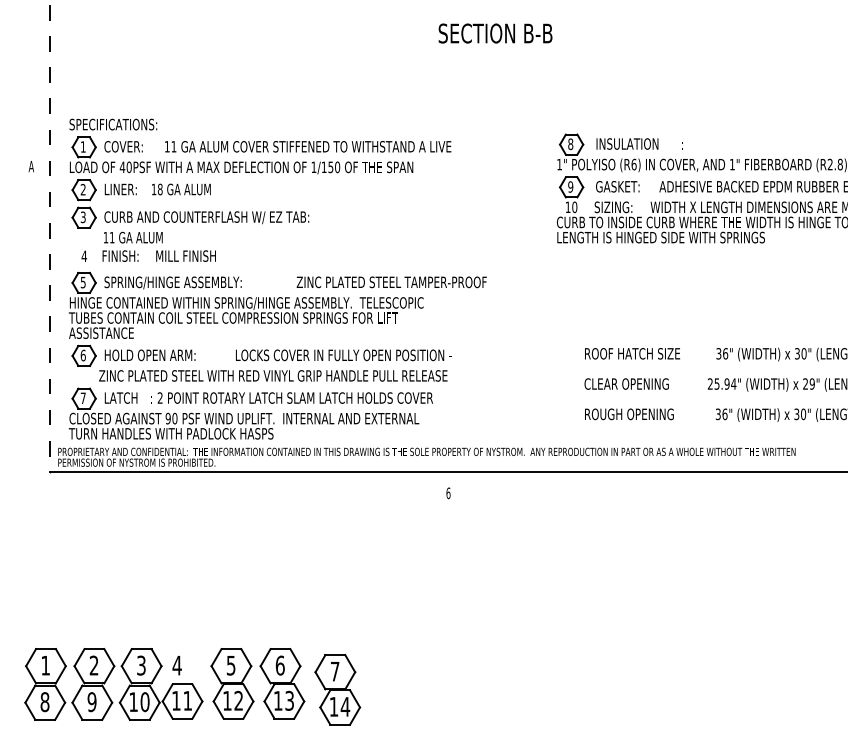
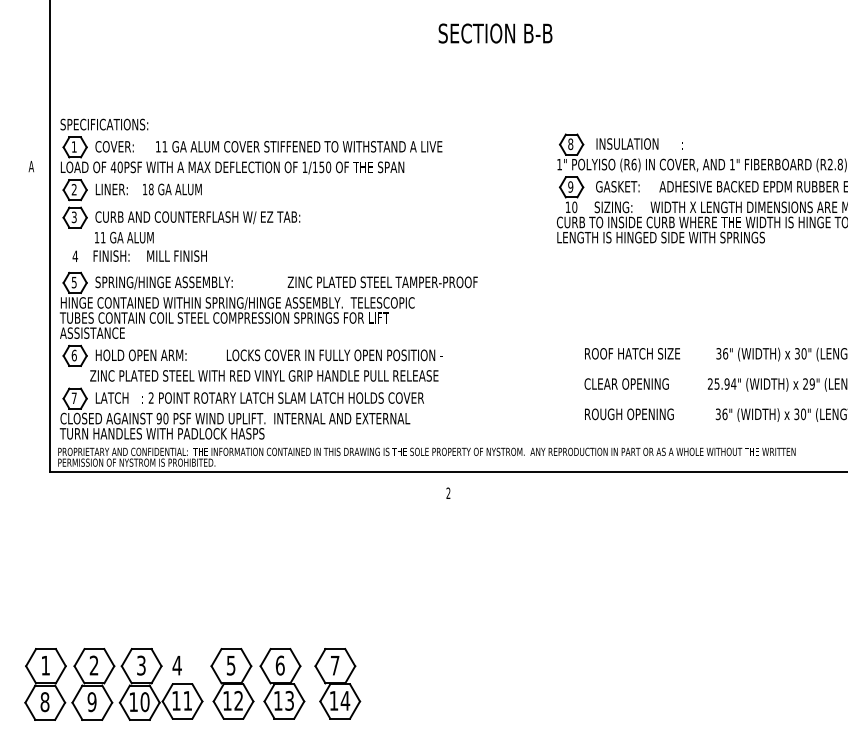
line at (49, 236): dashed -> solid
part at (296, 277) position: (296, 277) -> (287, 277)
text at (448, 493): 6 -> 2
part at (337, 689) position: (337, 689) -> (337, 683)
